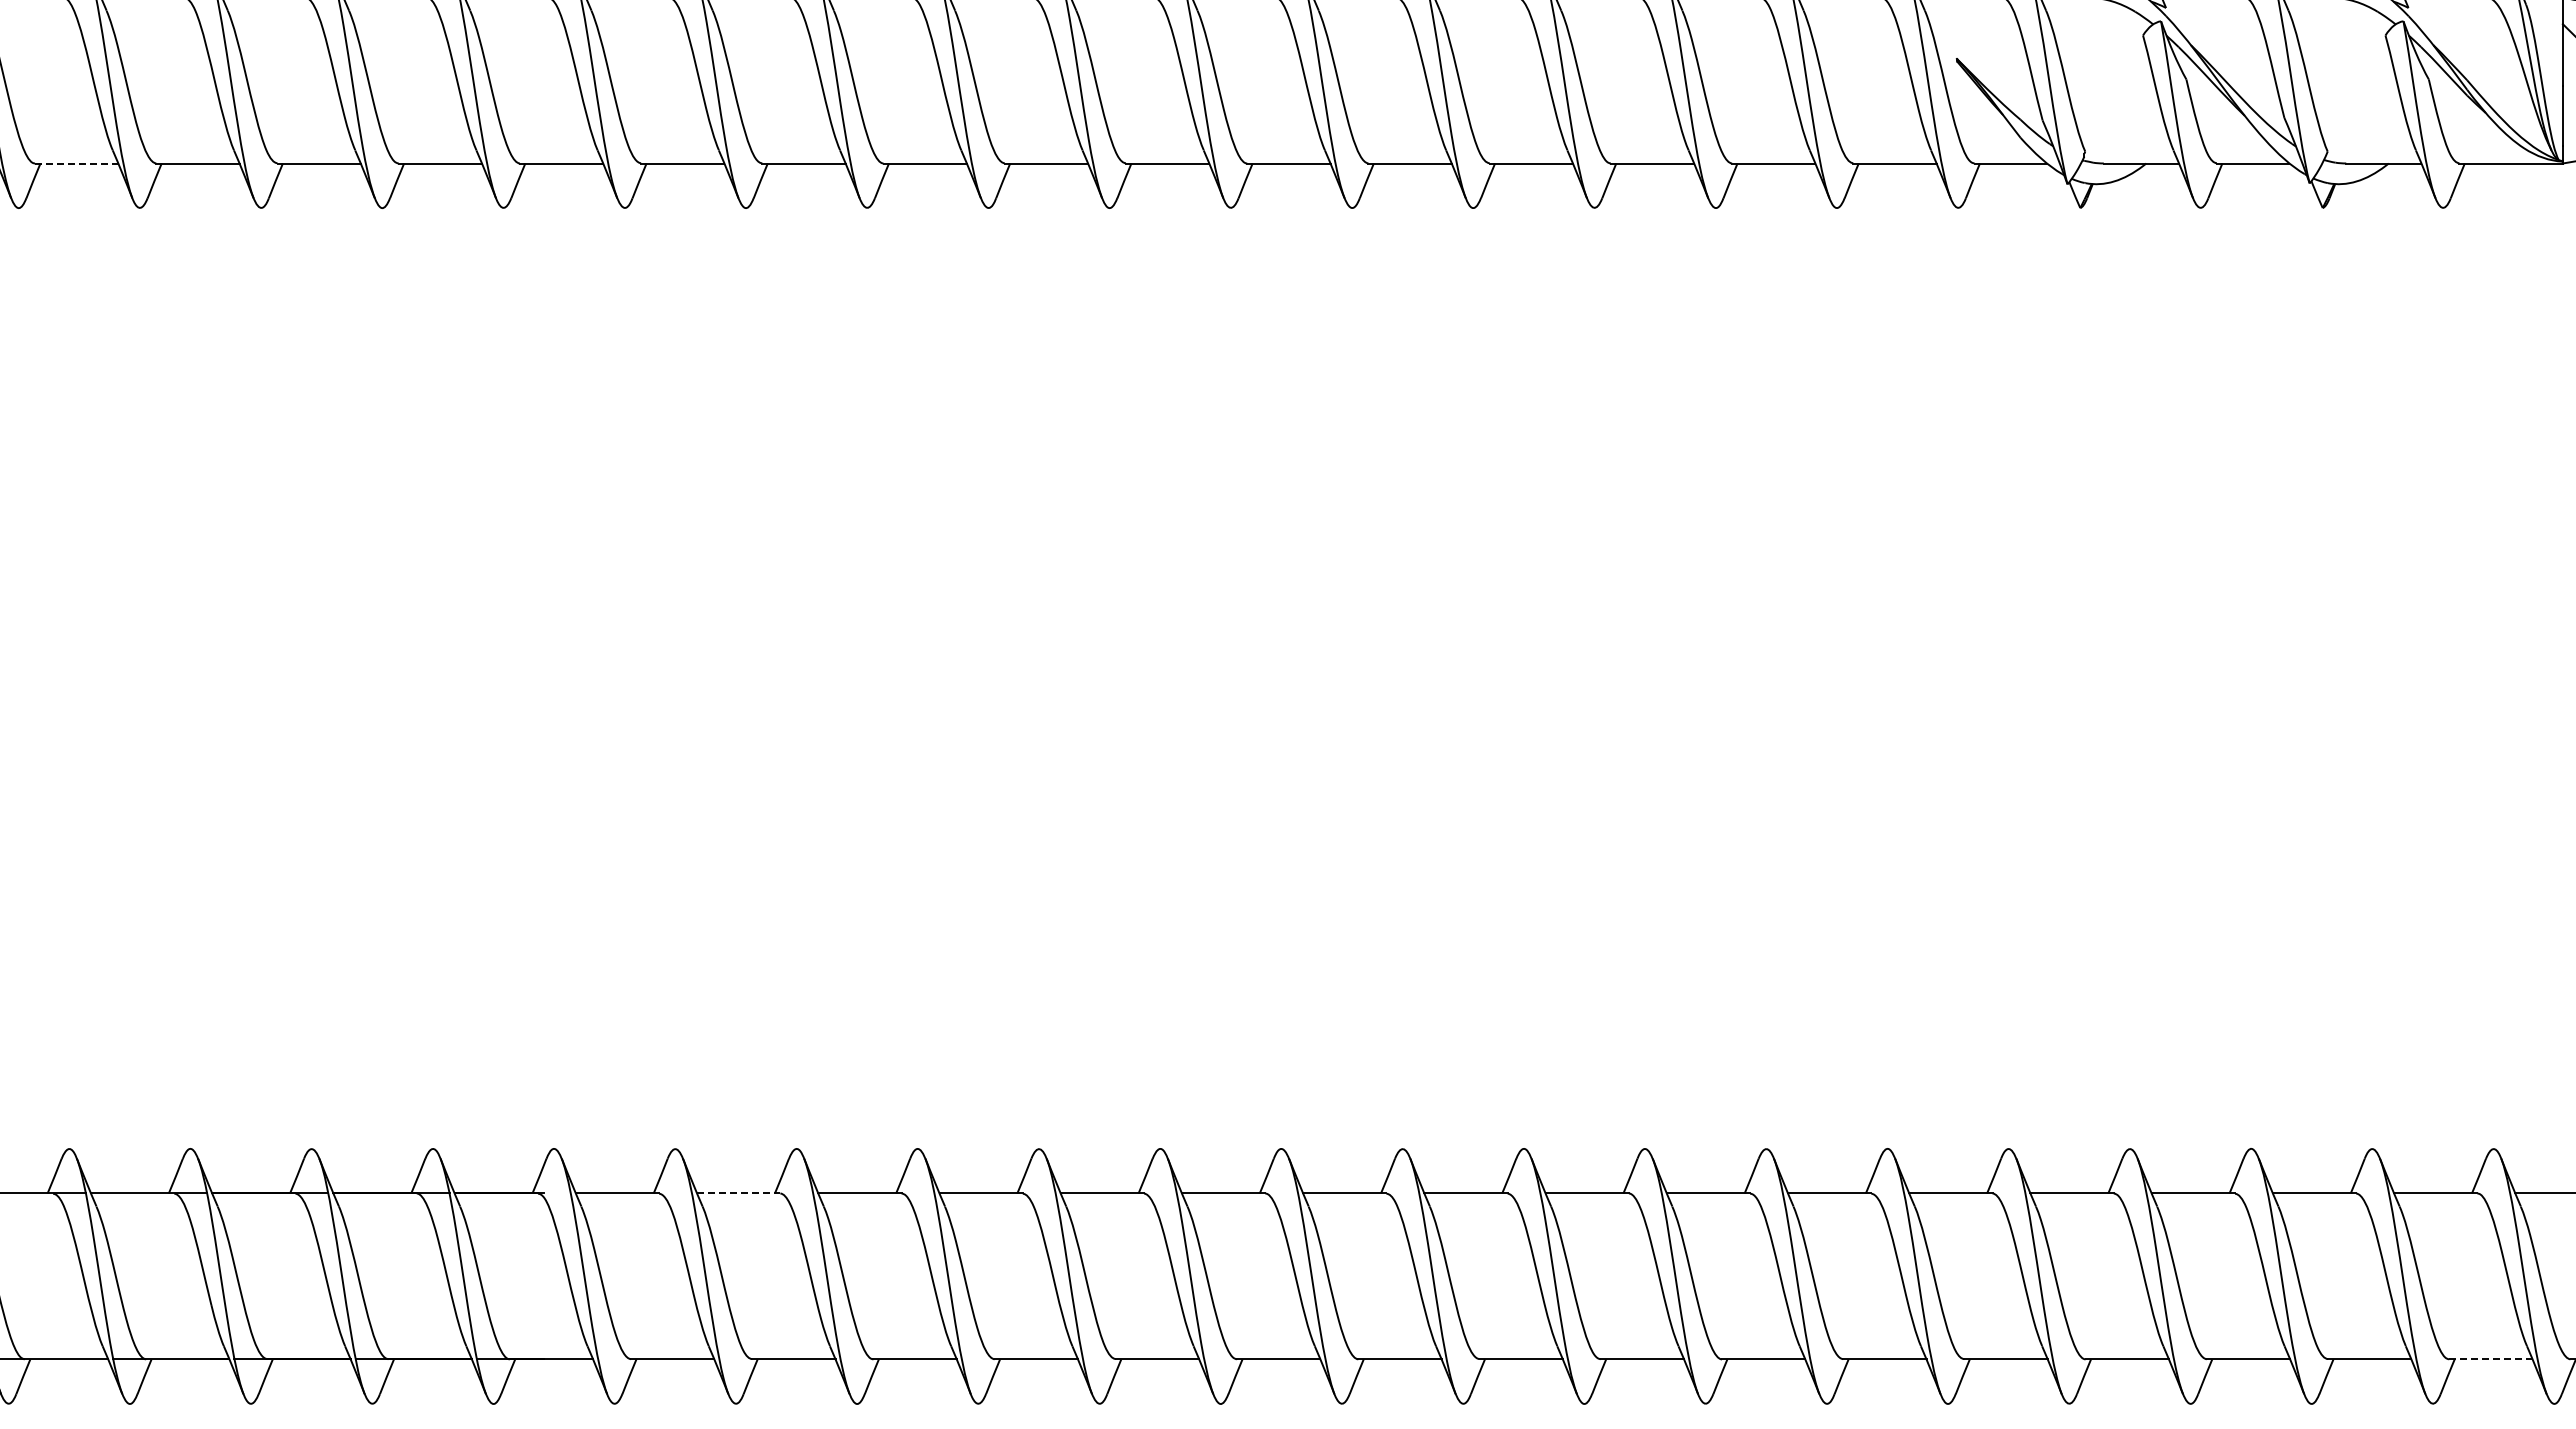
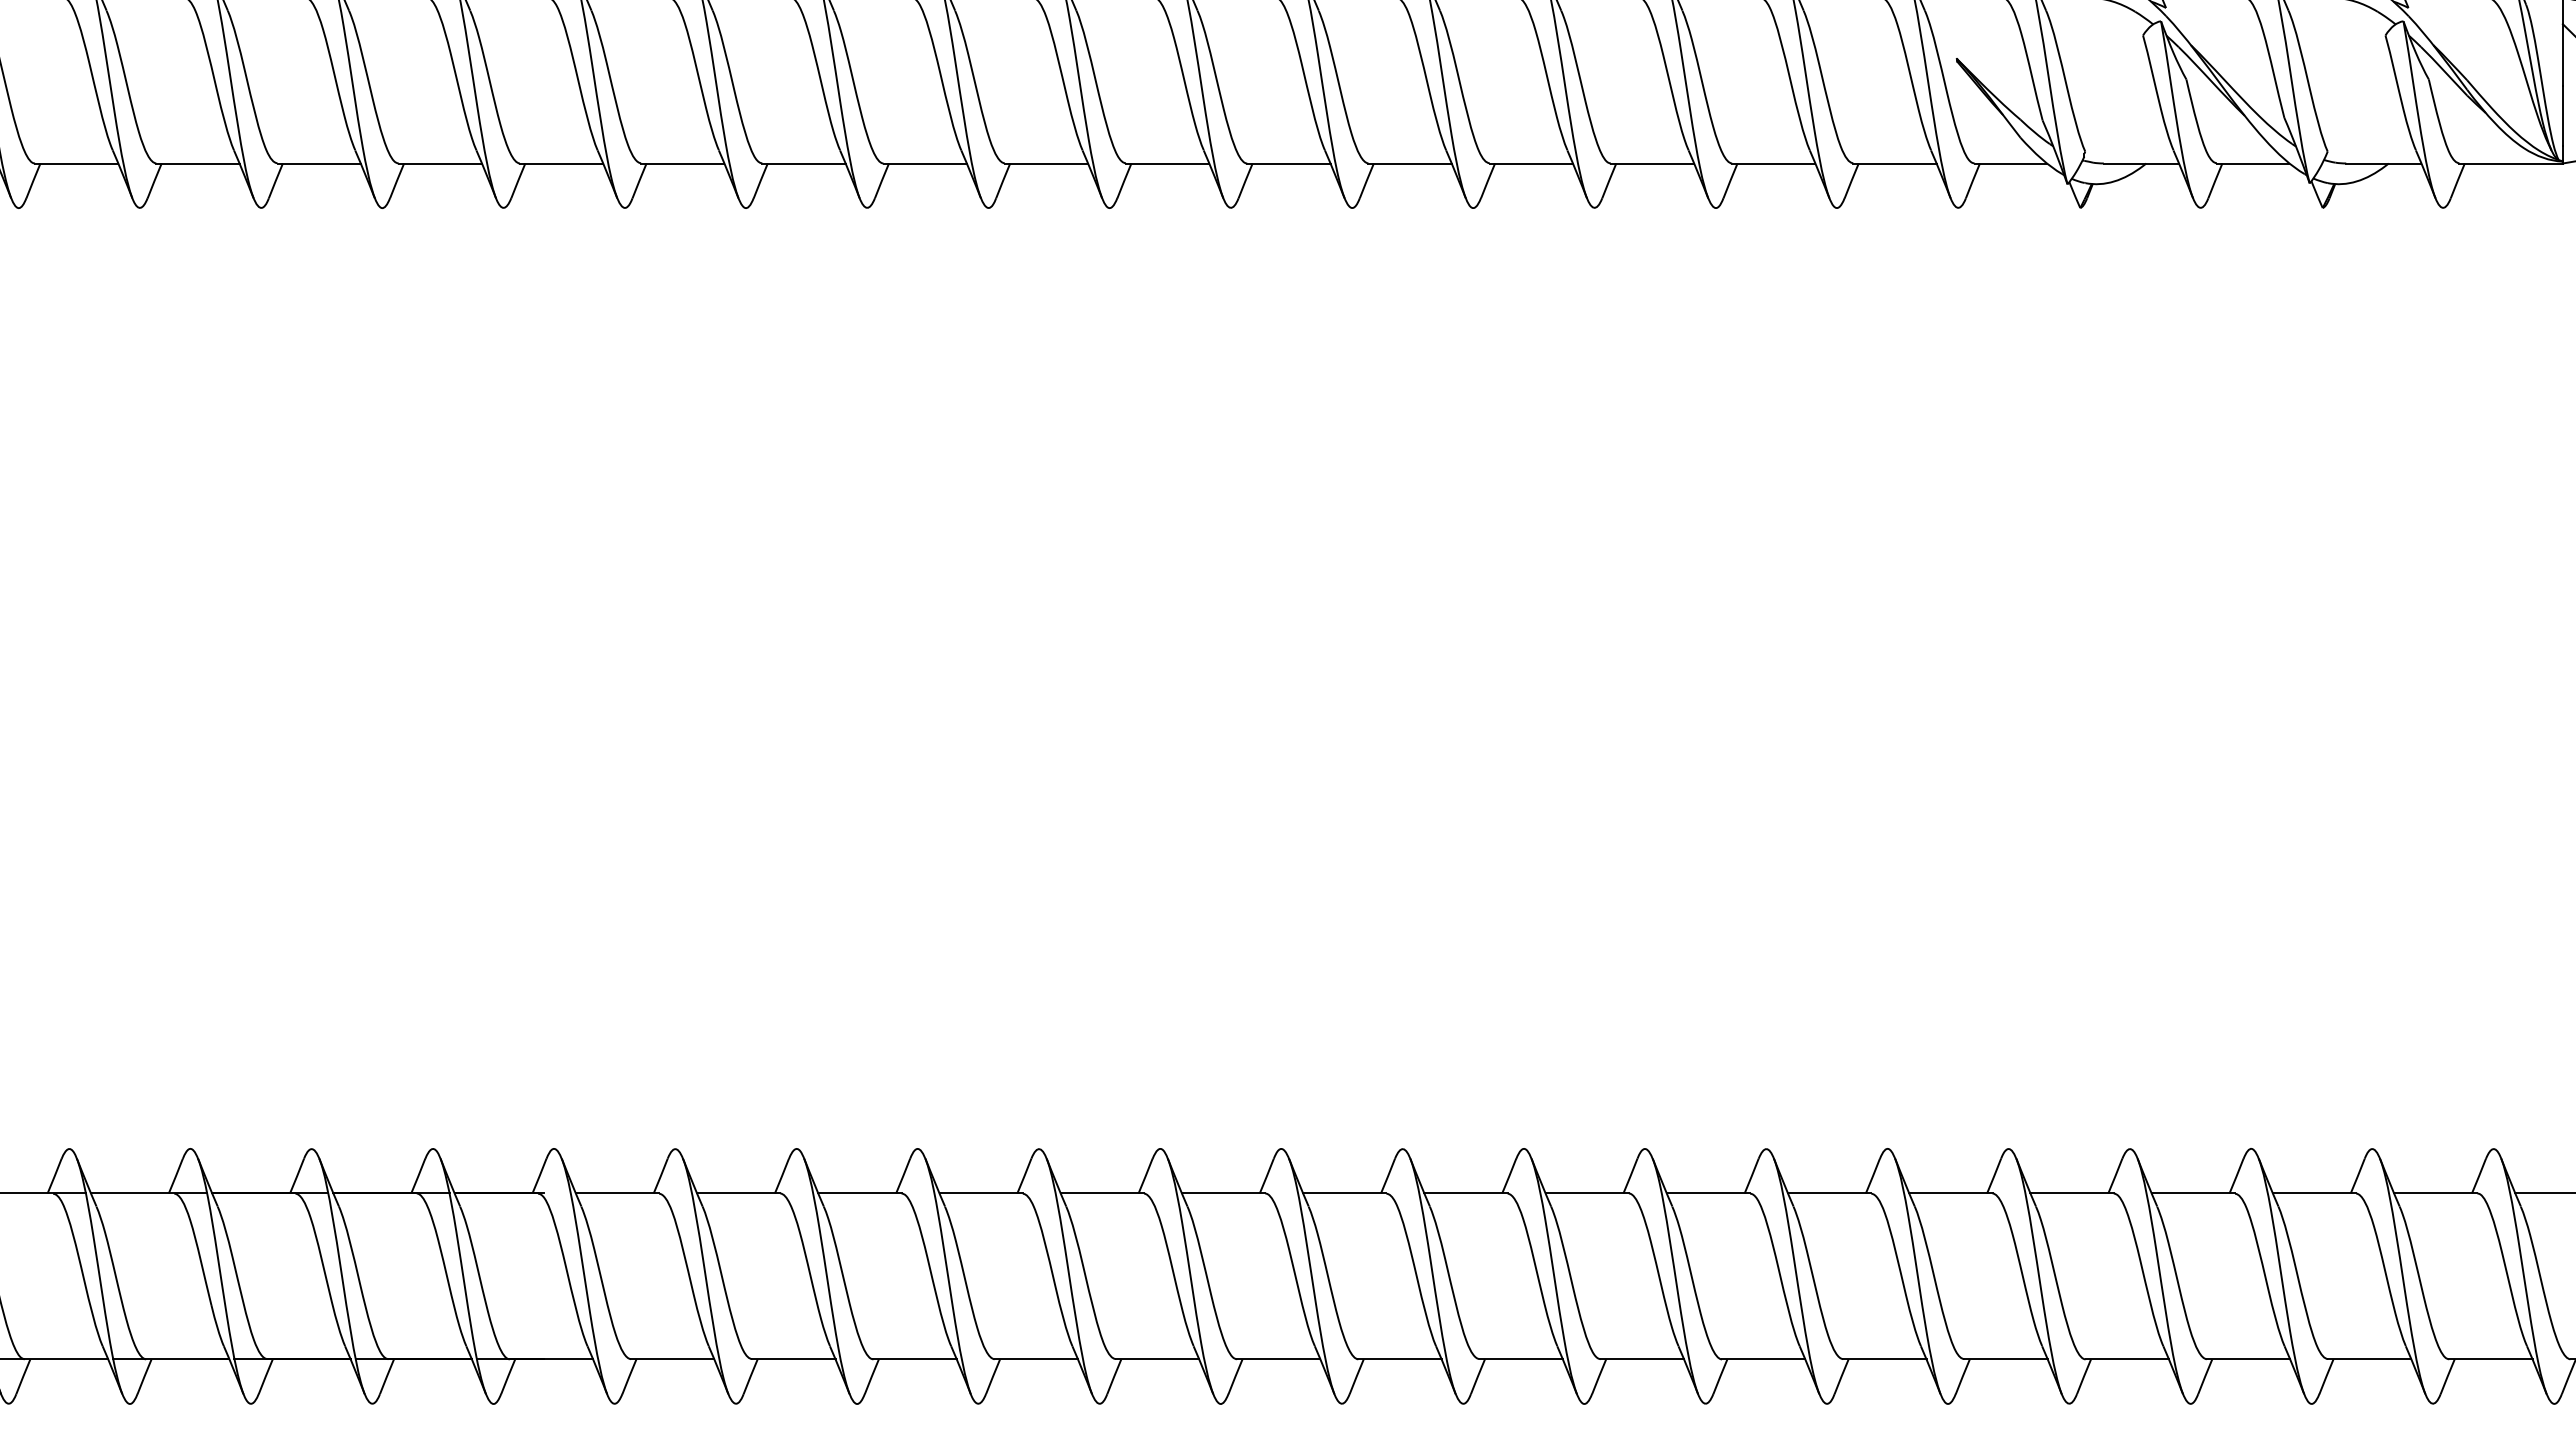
line at (76, 163): dashed -> solid
line at (738, 1193): dashed -> solid
line at (2490, 1359): dashed -> solid
